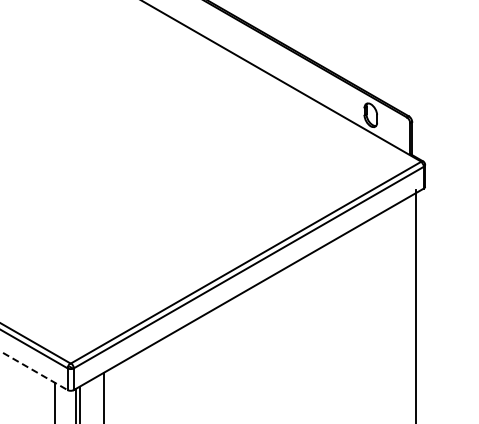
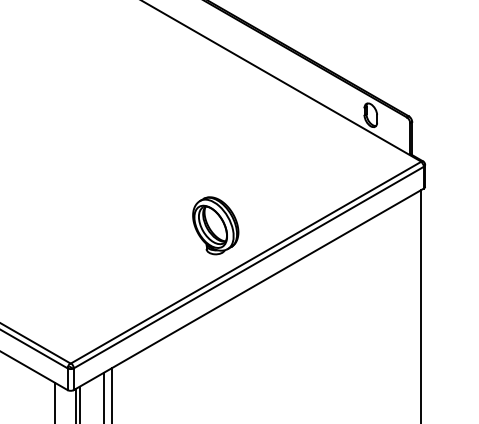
part at (215, 225): none -> present
line at (416, 305) position: (416, 305) -> (421, 305)
line at (33, 370): dashed -> solid
line at (112, 393): none -> present
